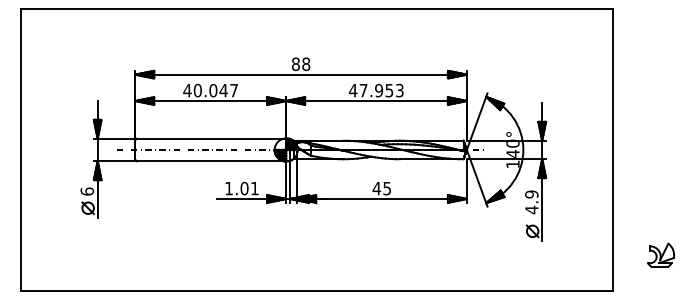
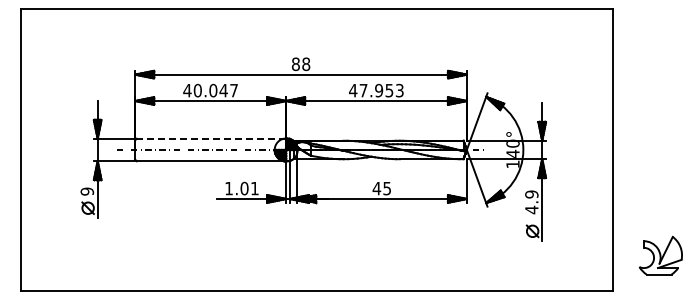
line at (211, 138): solid -> dashed
text at (87, 191): 6 -> 9
part at (660, 254) size: 28x26 px -> 45x41 px
